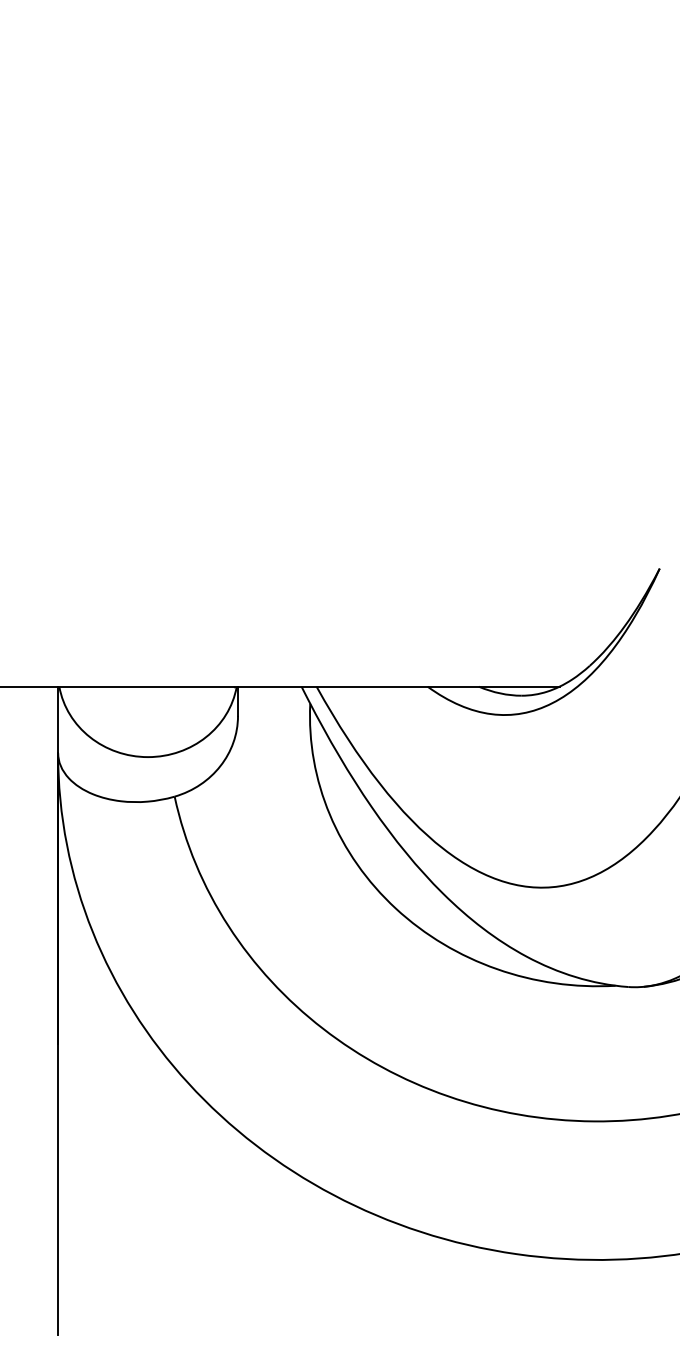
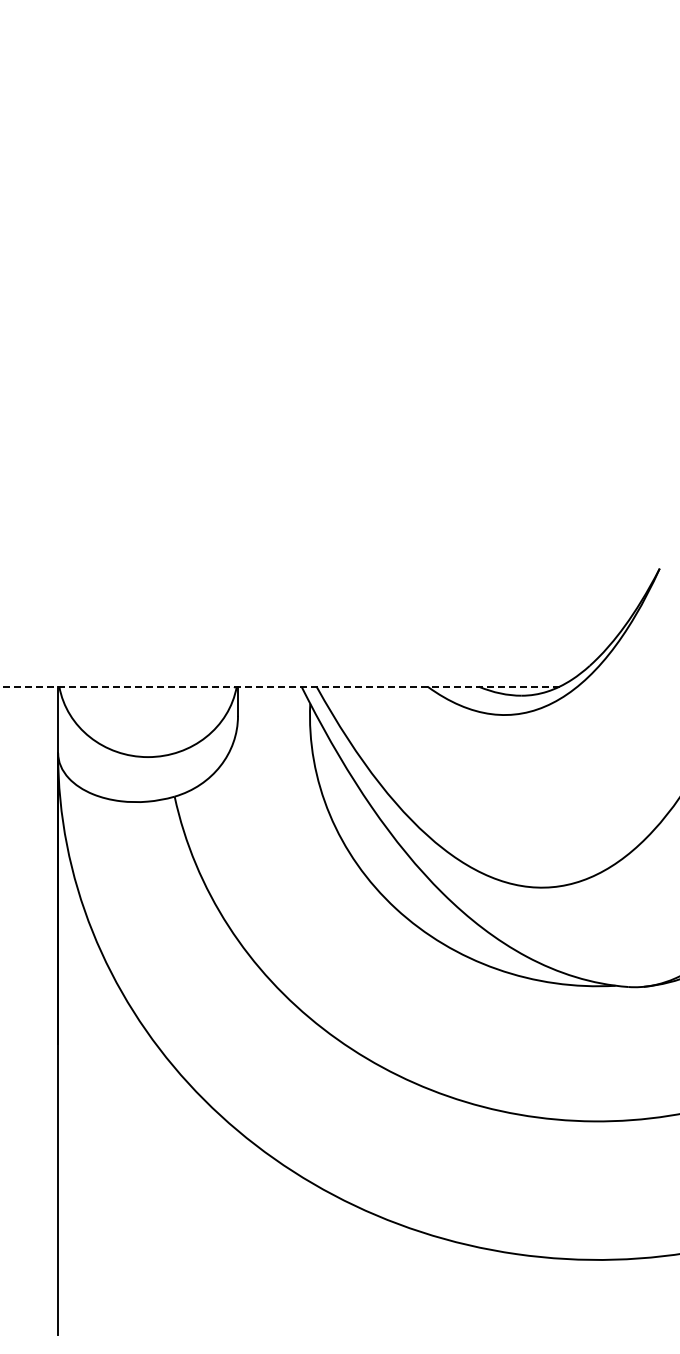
line at (279, 686): solid -> dashed
